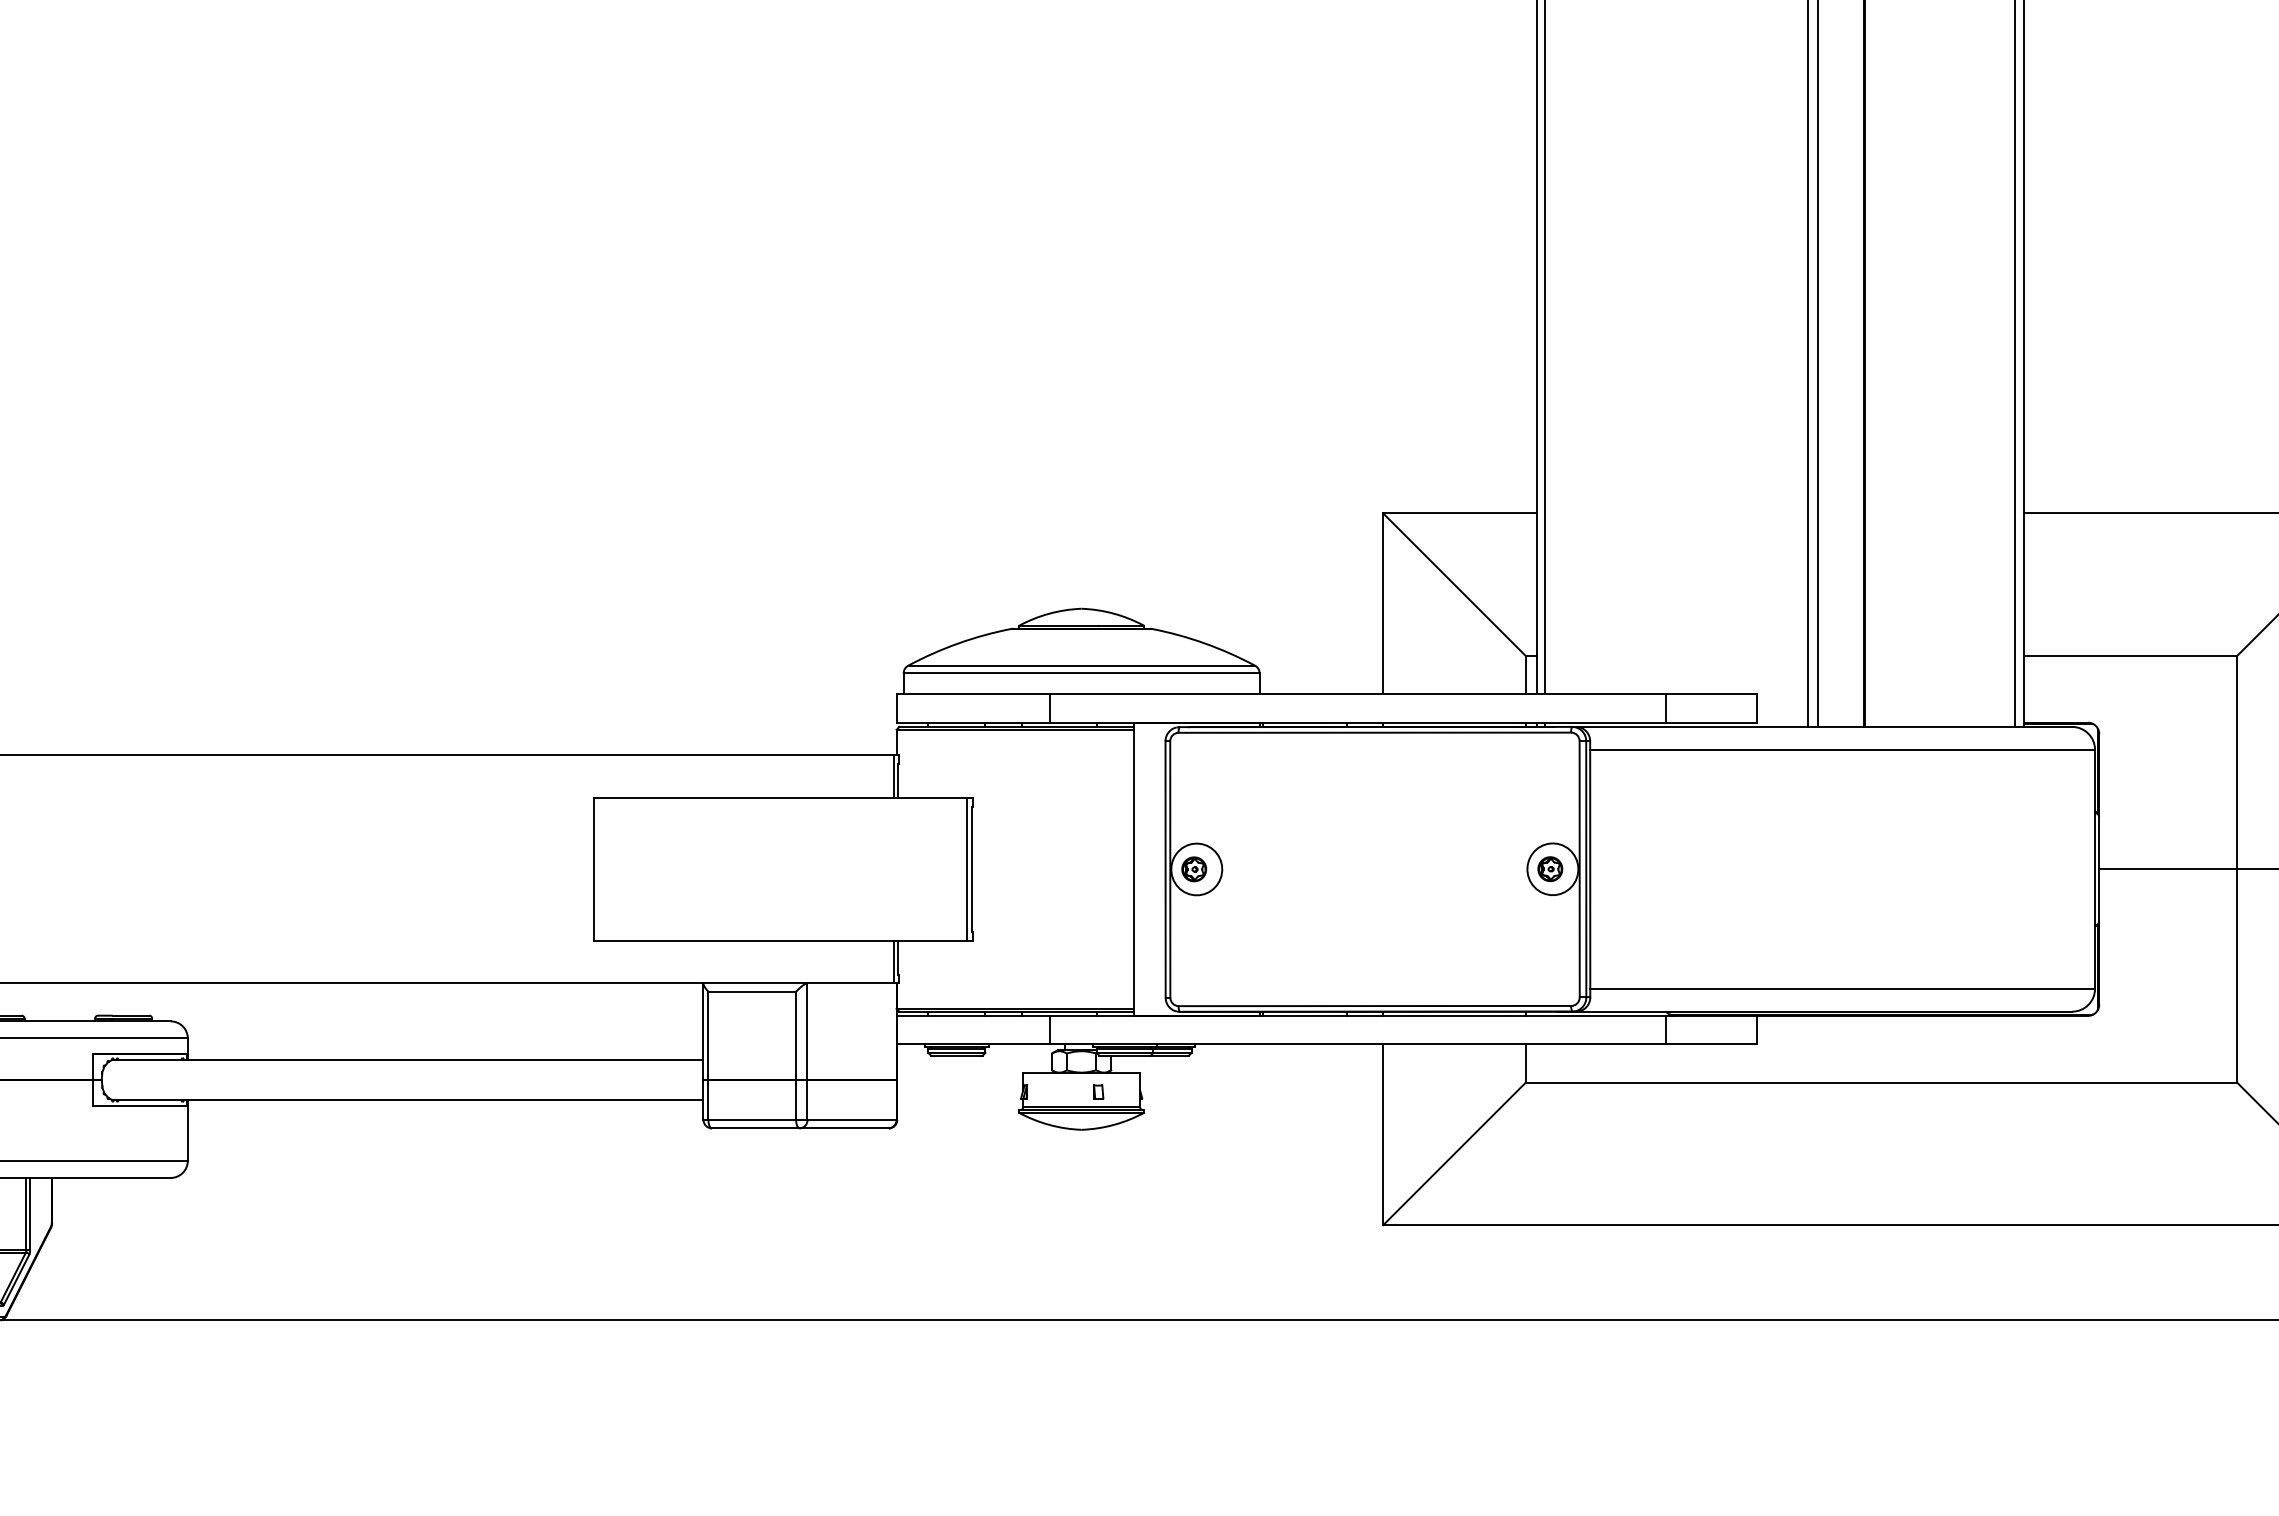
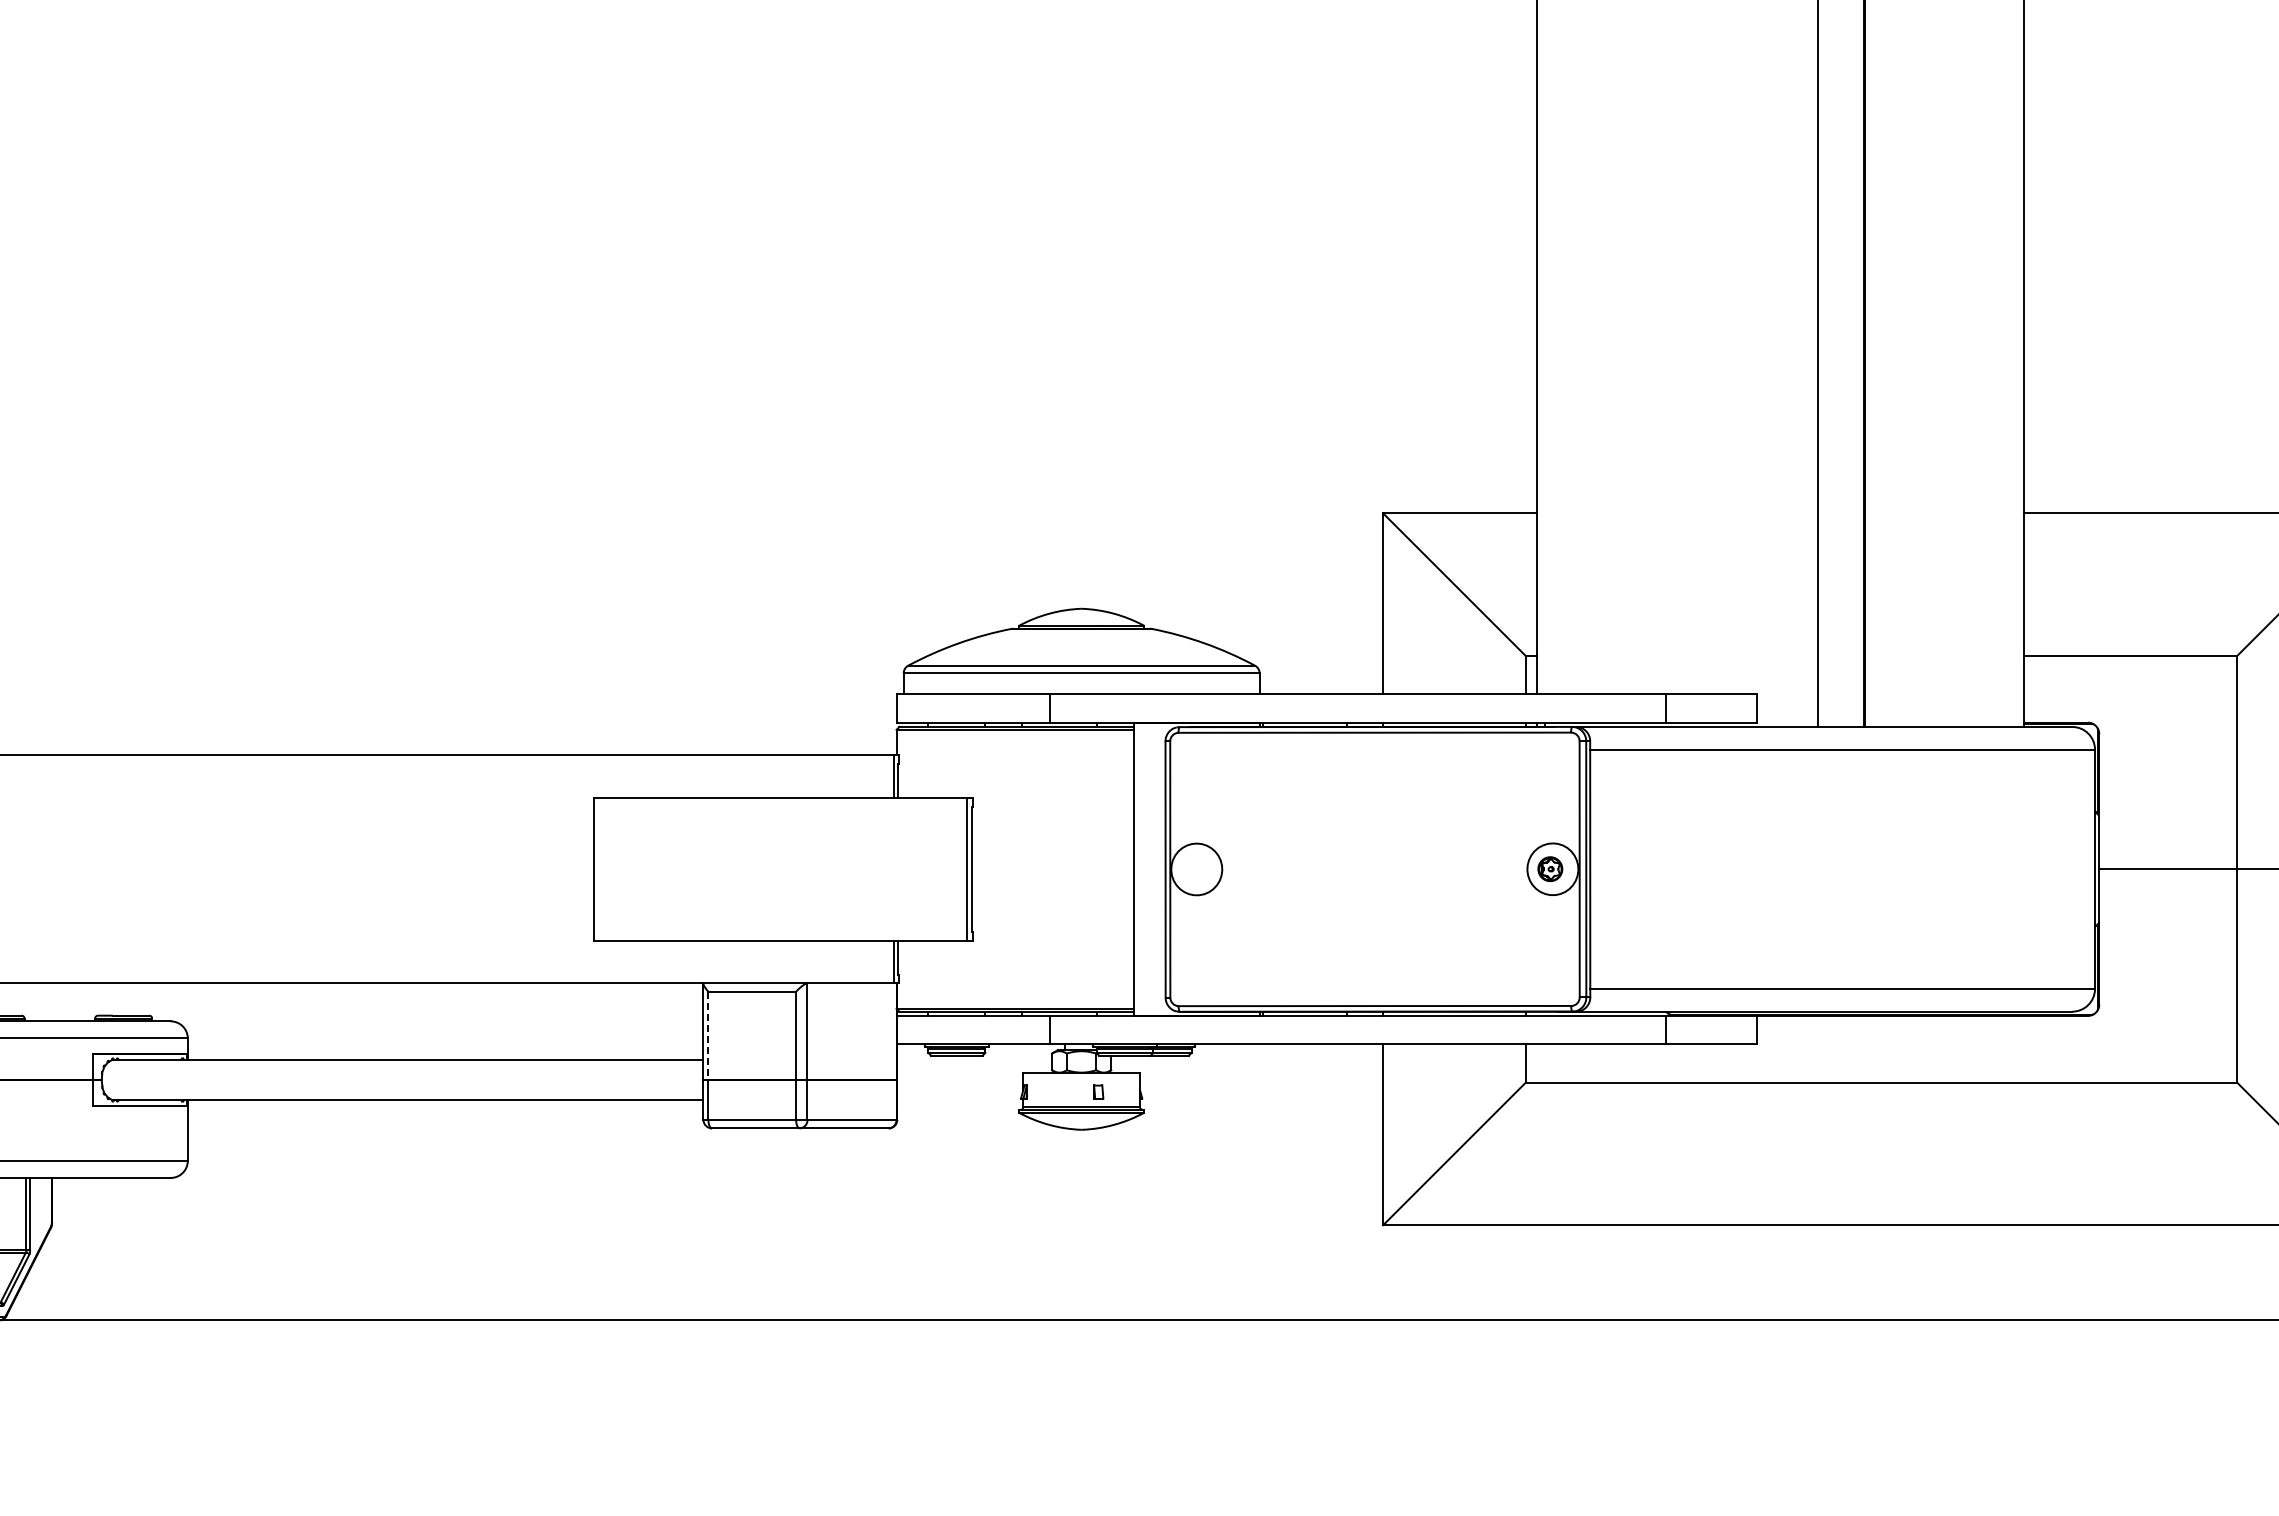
line at (1544, 348): present -> none
line at (1808, 364): present -> none
line at (2015, 364): present -> none
part at (1194, 869): present -> none
line at (708, 1036): solid -> dashed
